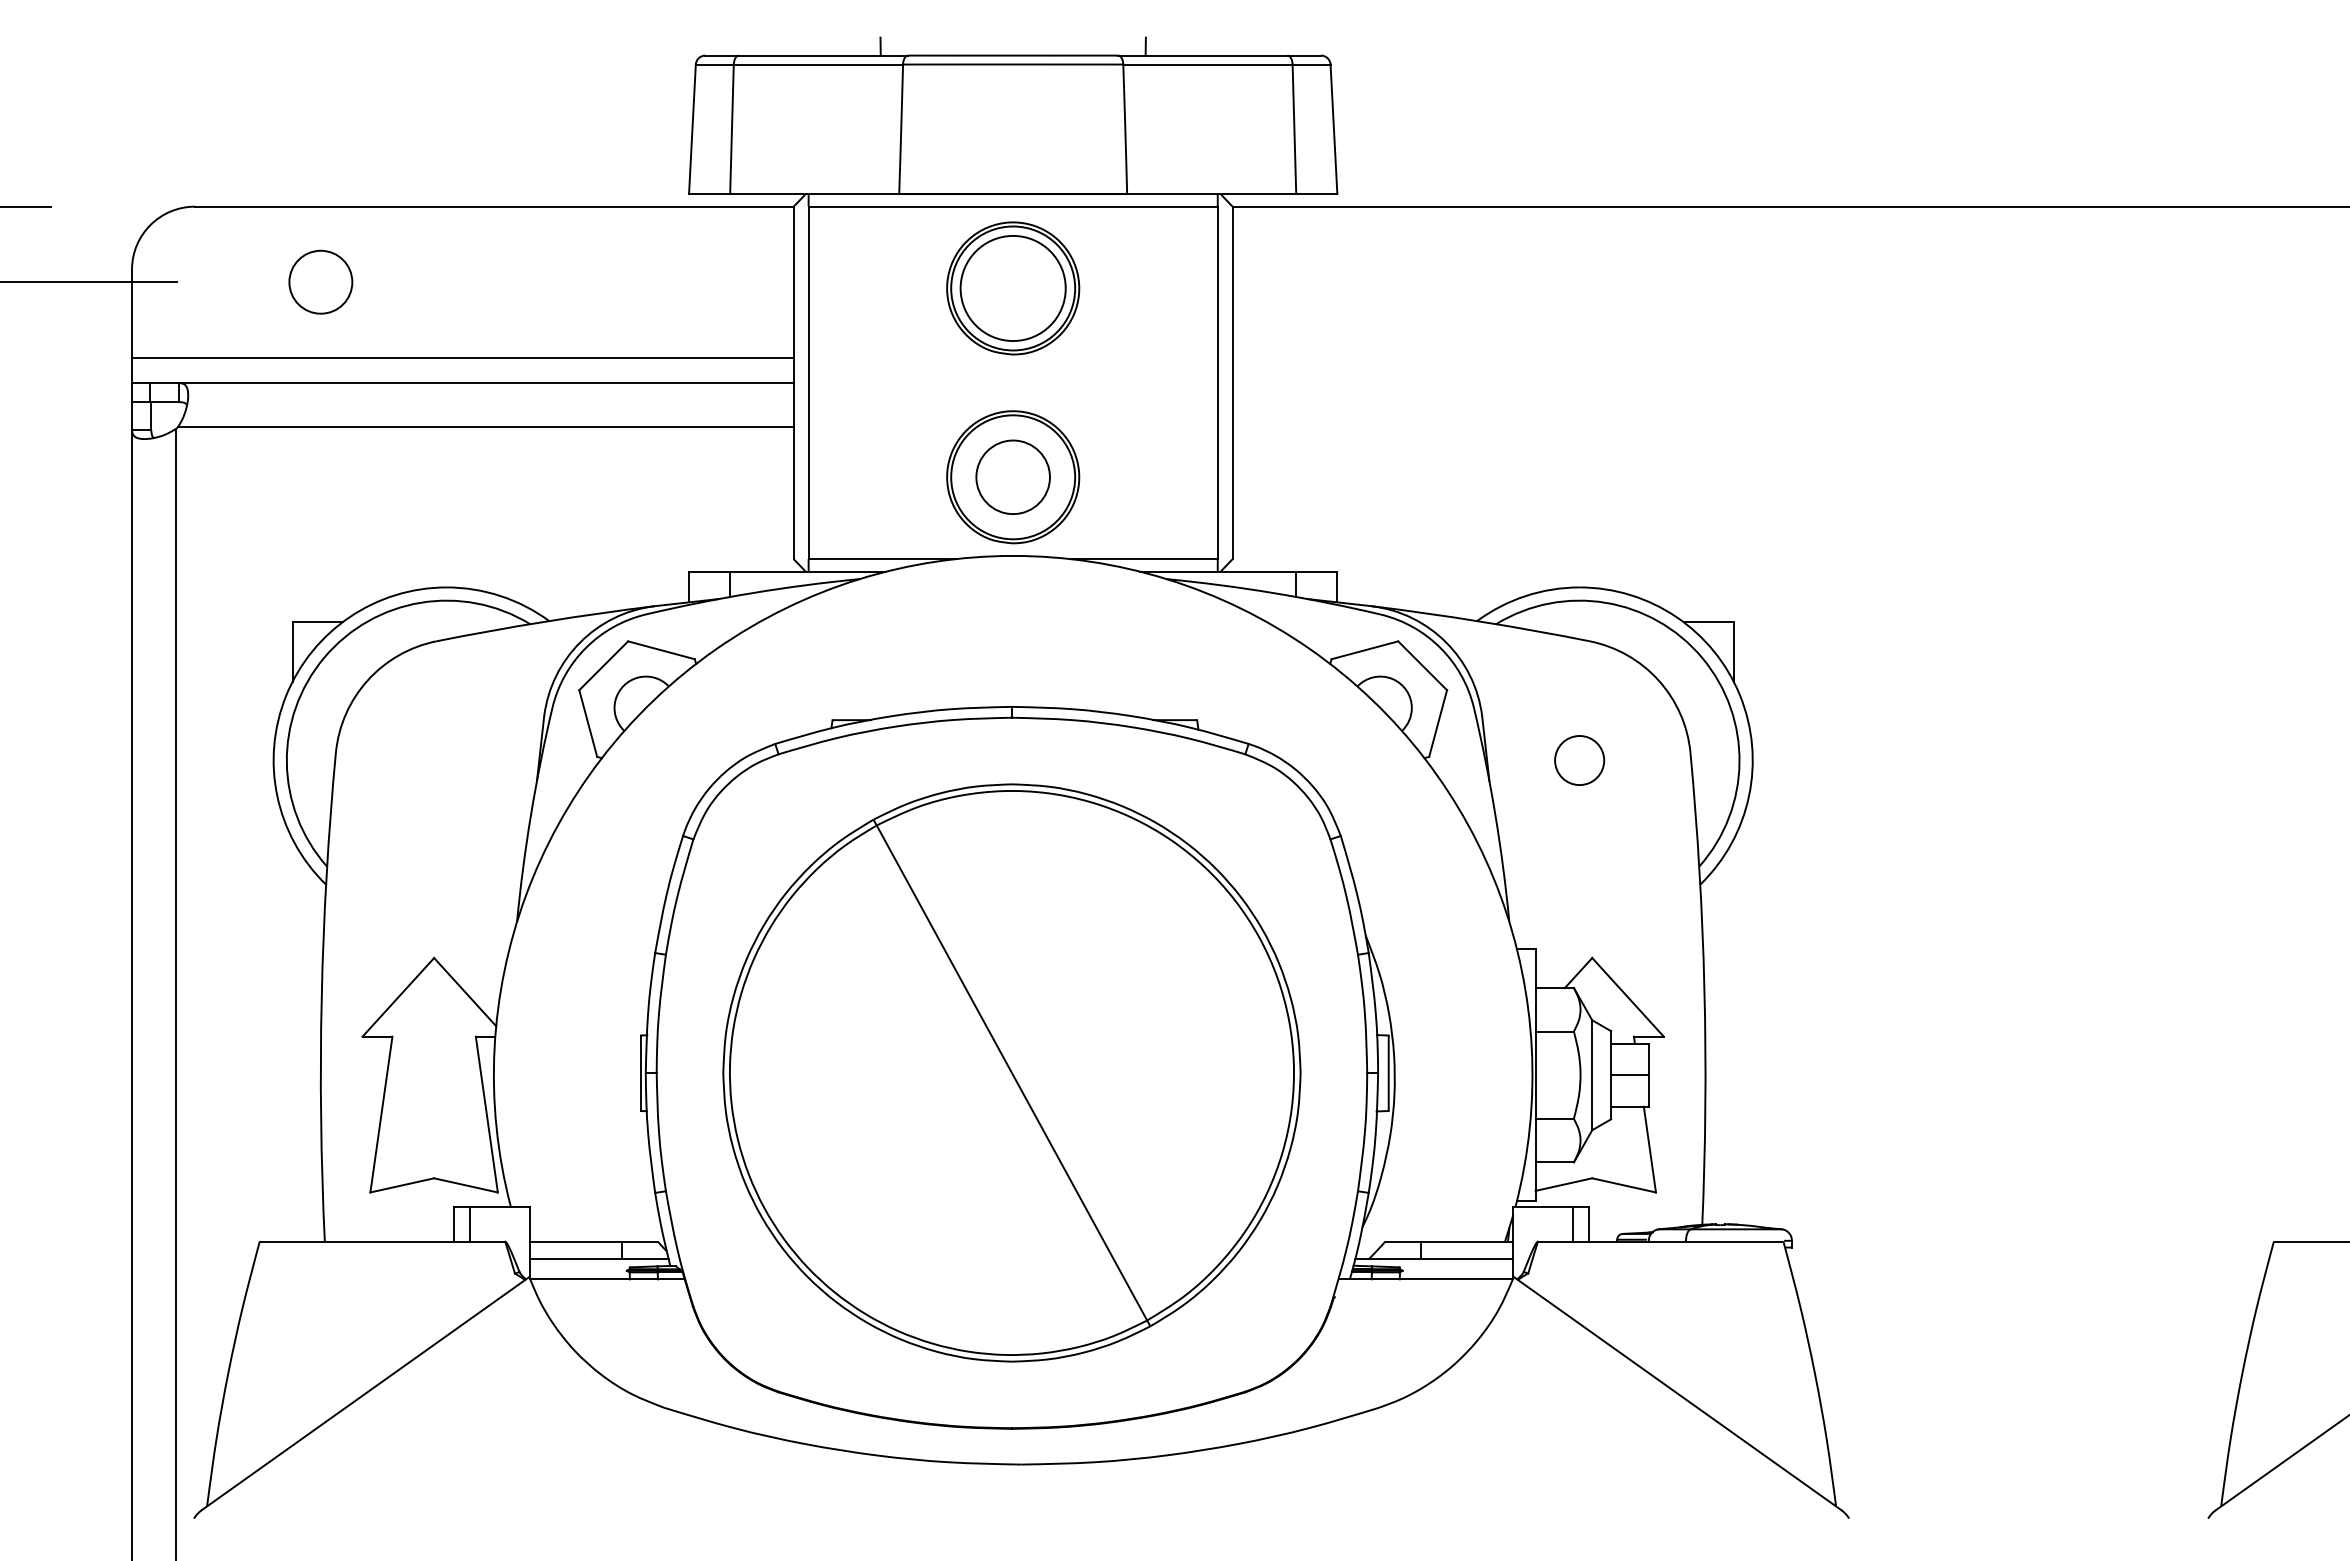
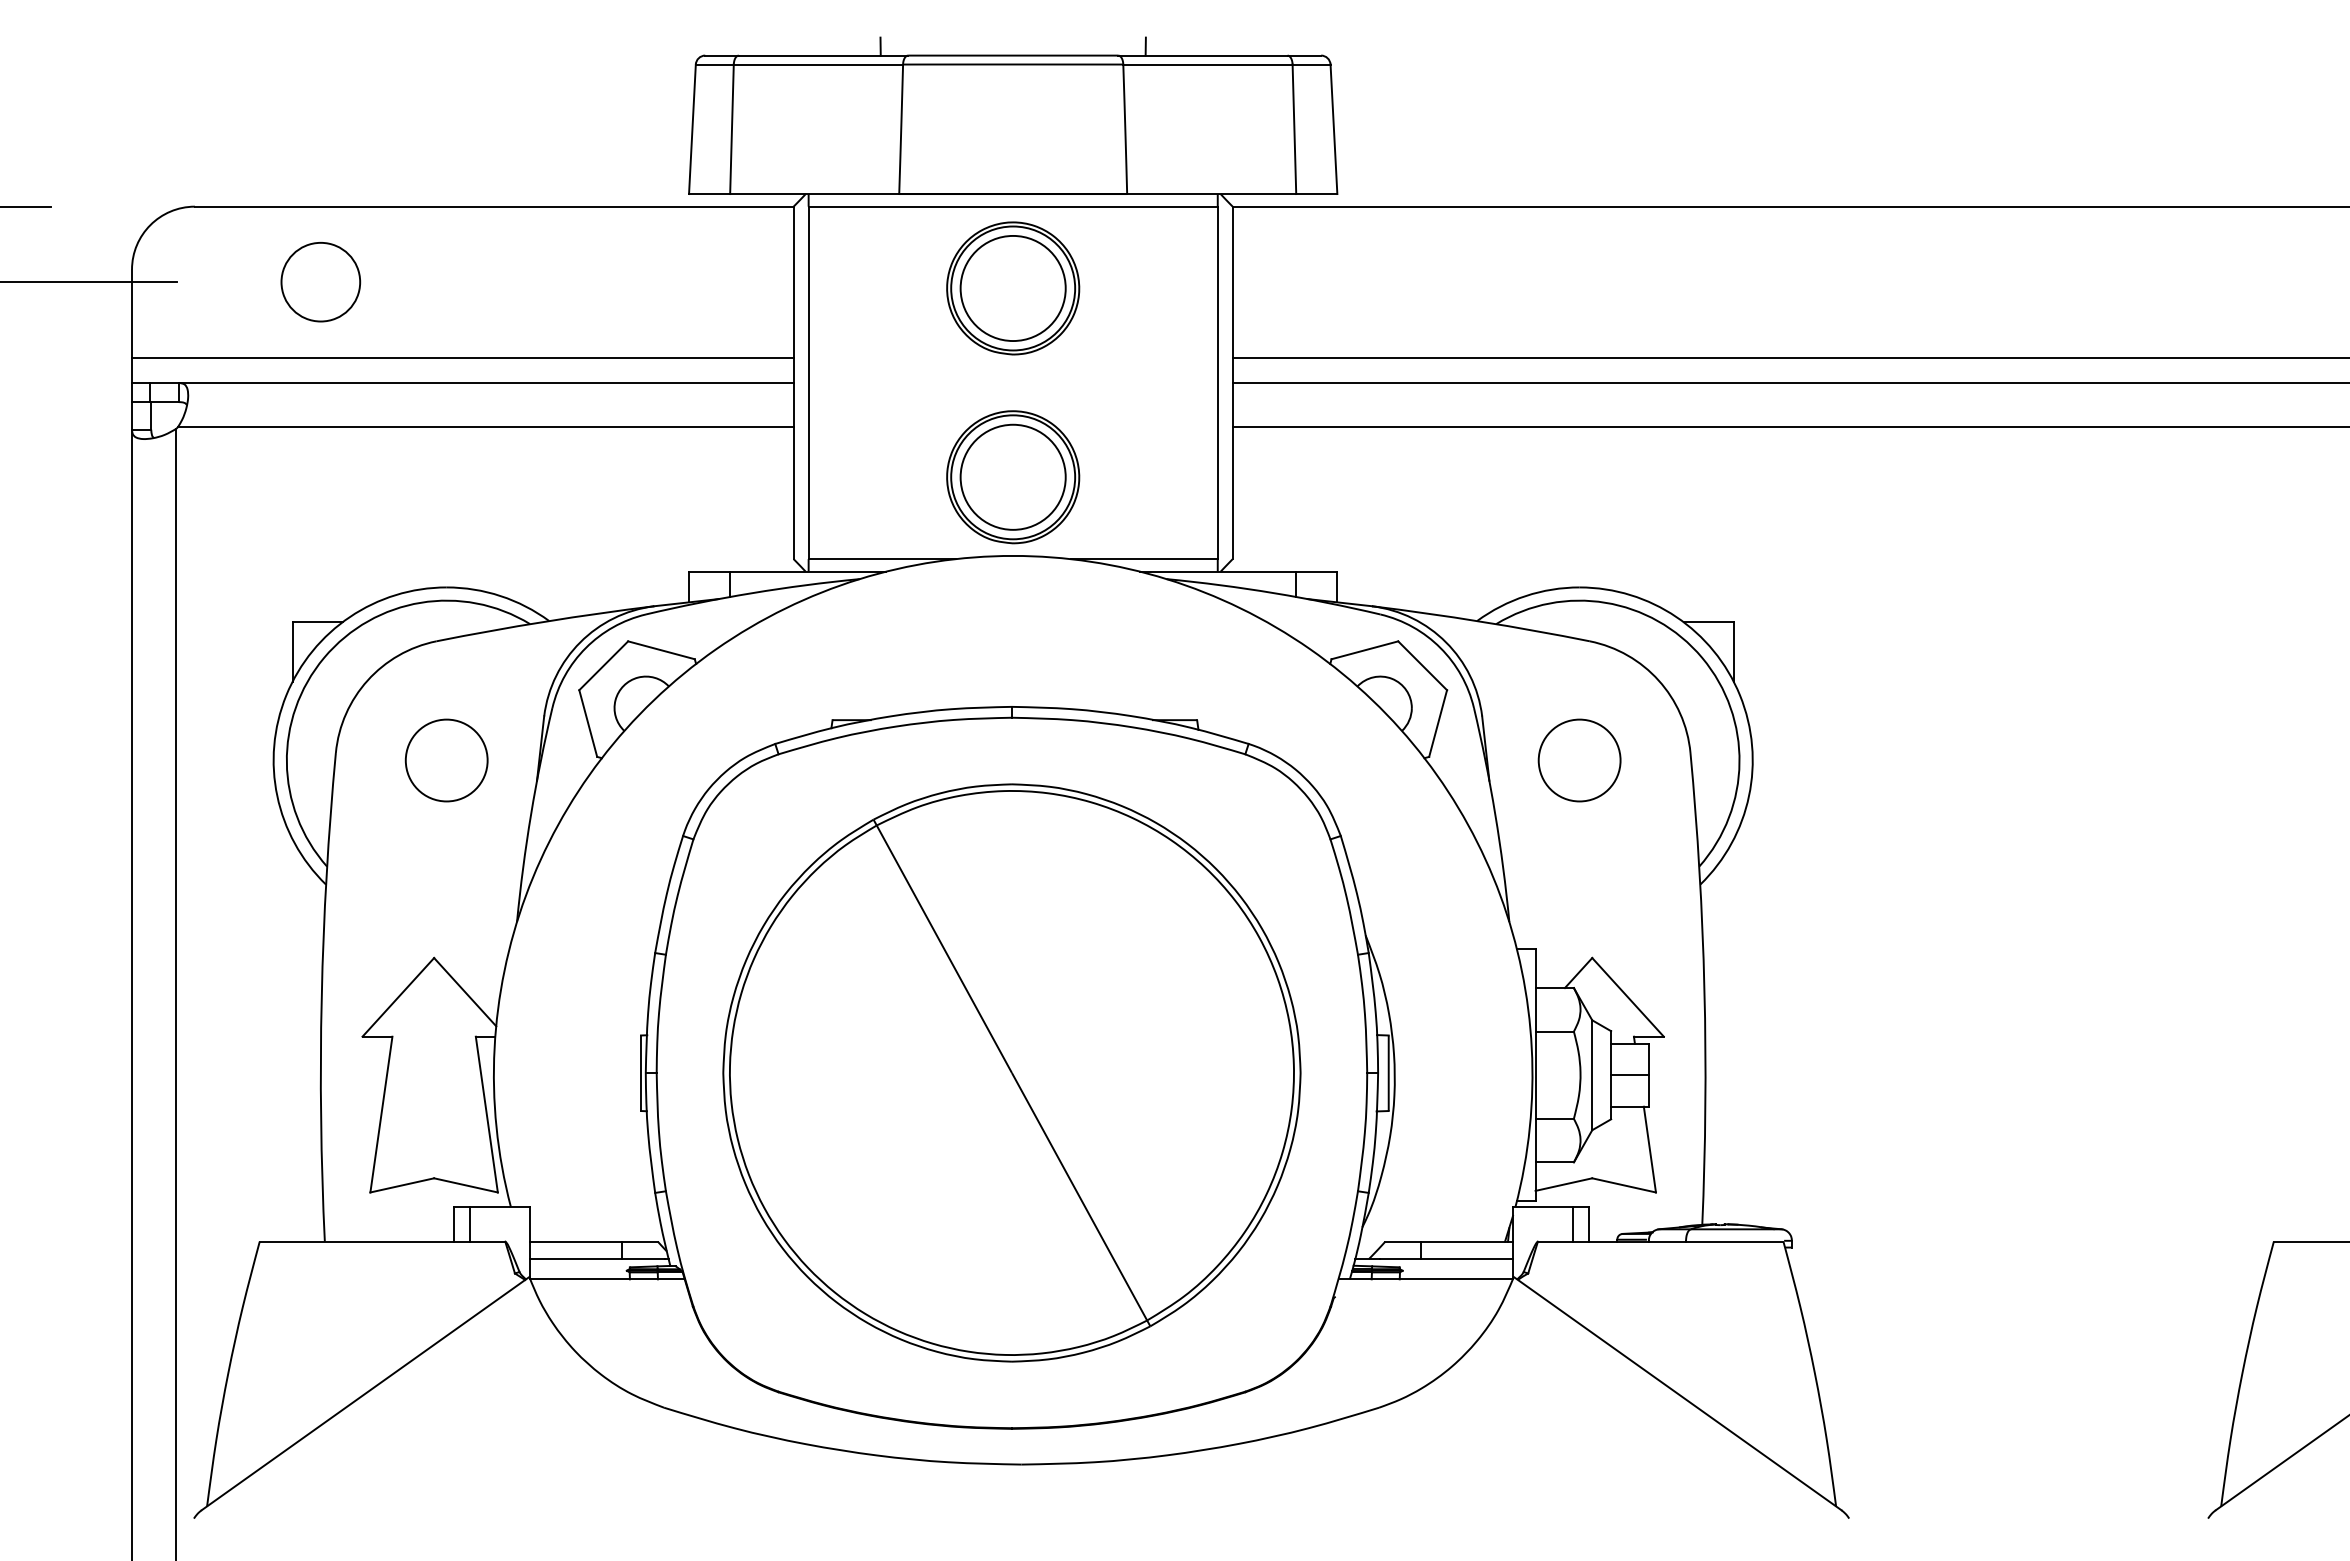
circle at (320, 281) size: 66x66 px -> 82x81 px
line at (1789, 357): none -> present
line at (1789, 382): none -> present
line at (1789, 427): none -> present
circle at (1012, 477) diameter: 74 px -> 105 px
circle at (446, 760): none -> present
circle at (1579, 760) diameter: 49 px -> 82 px
